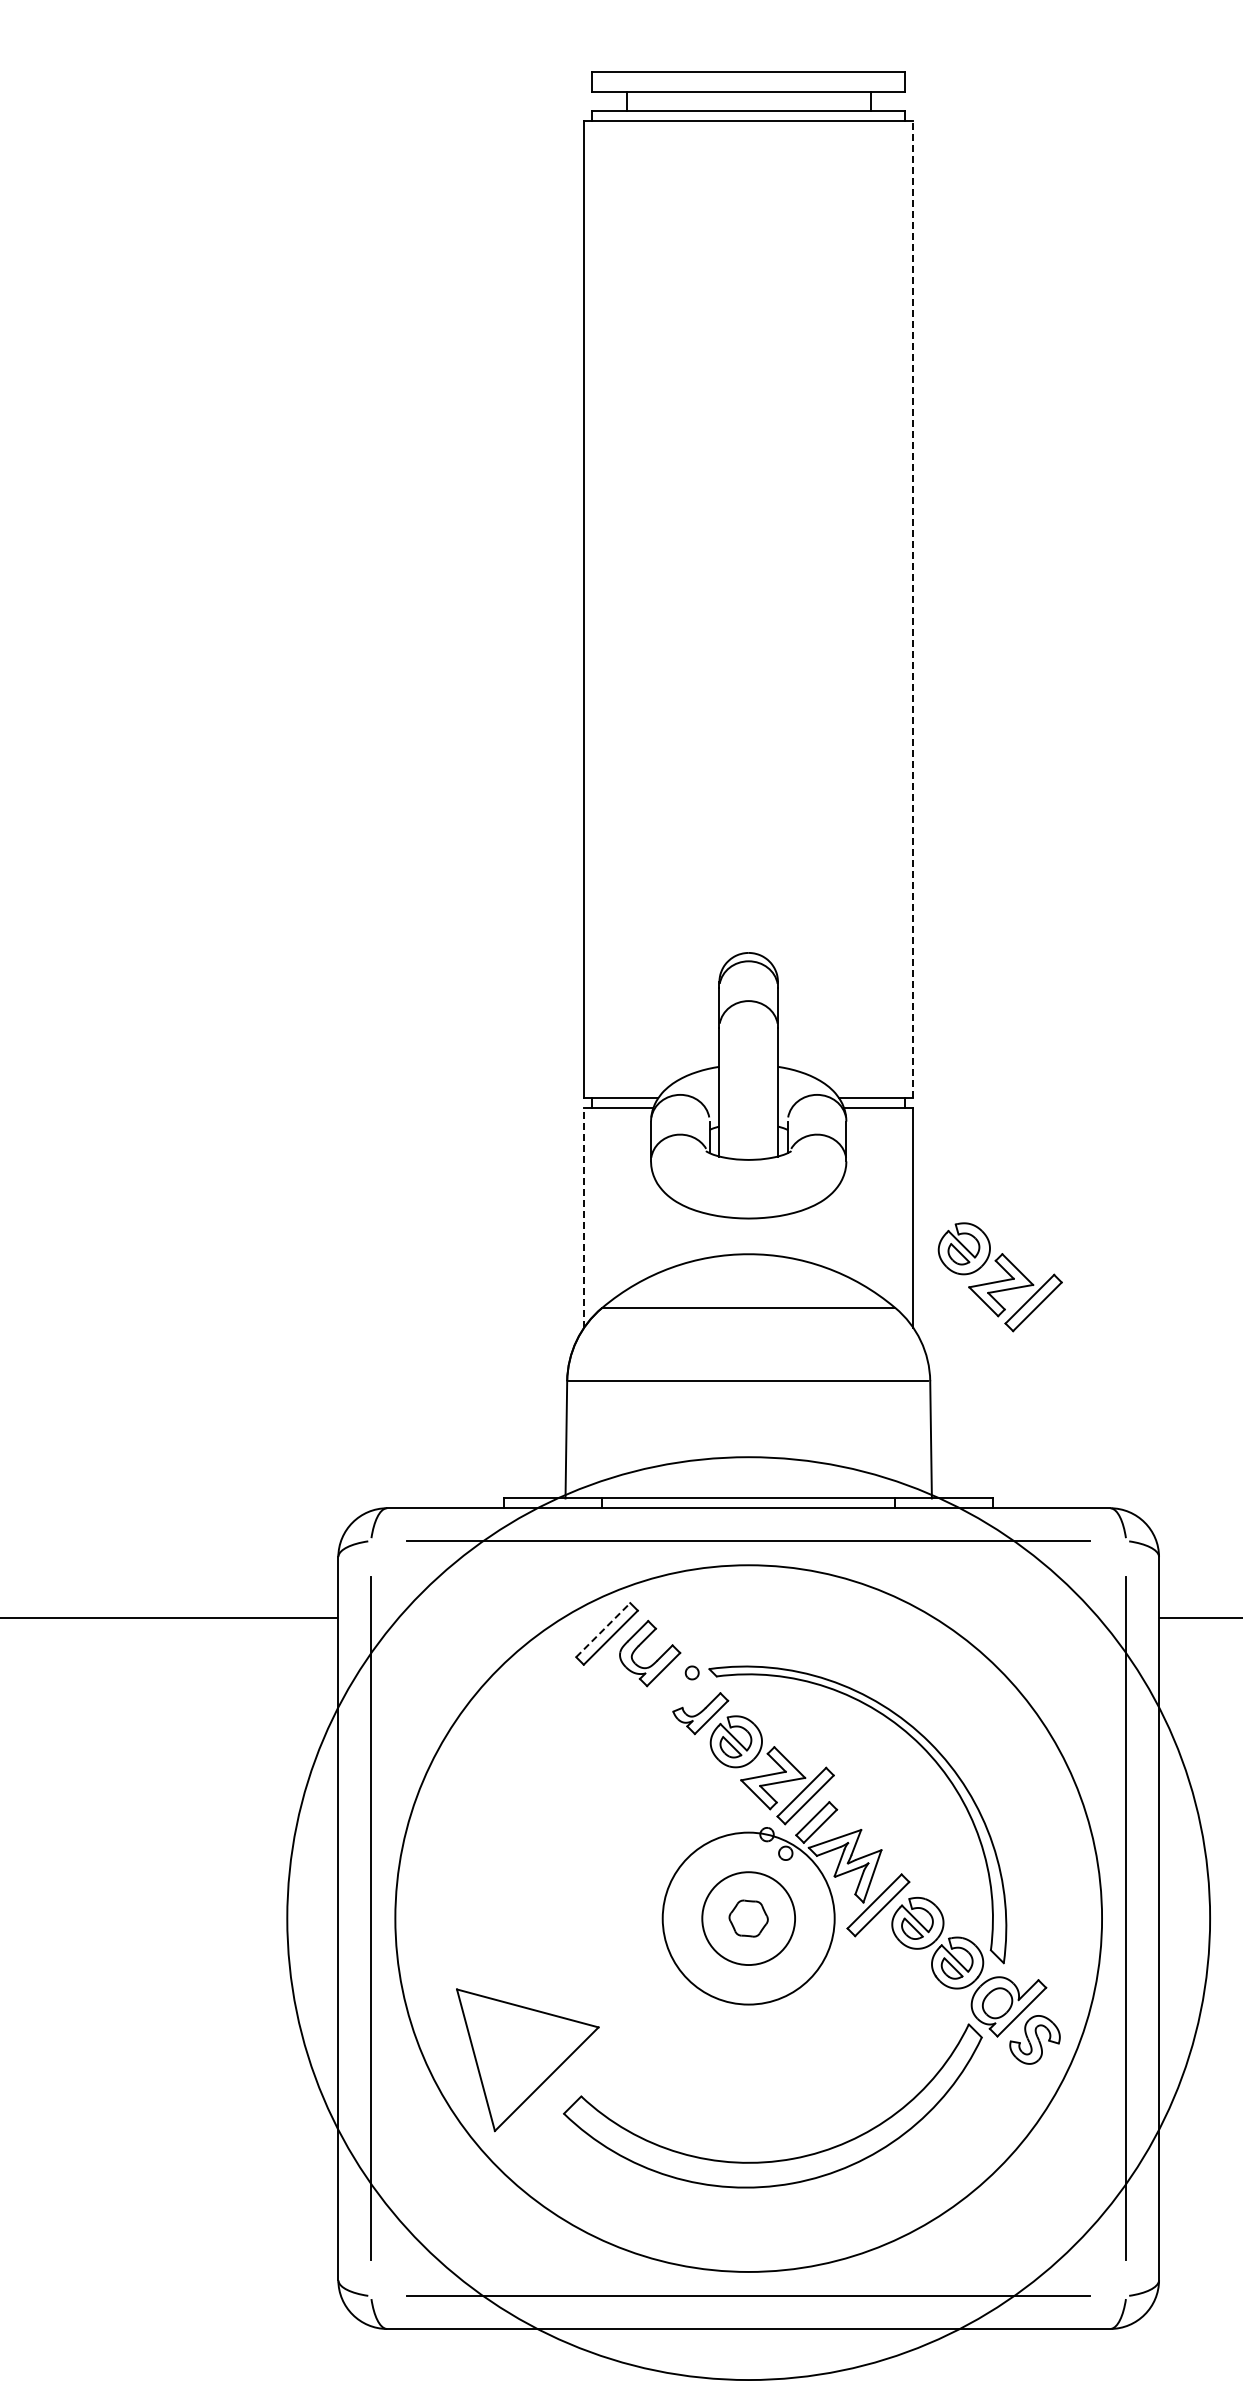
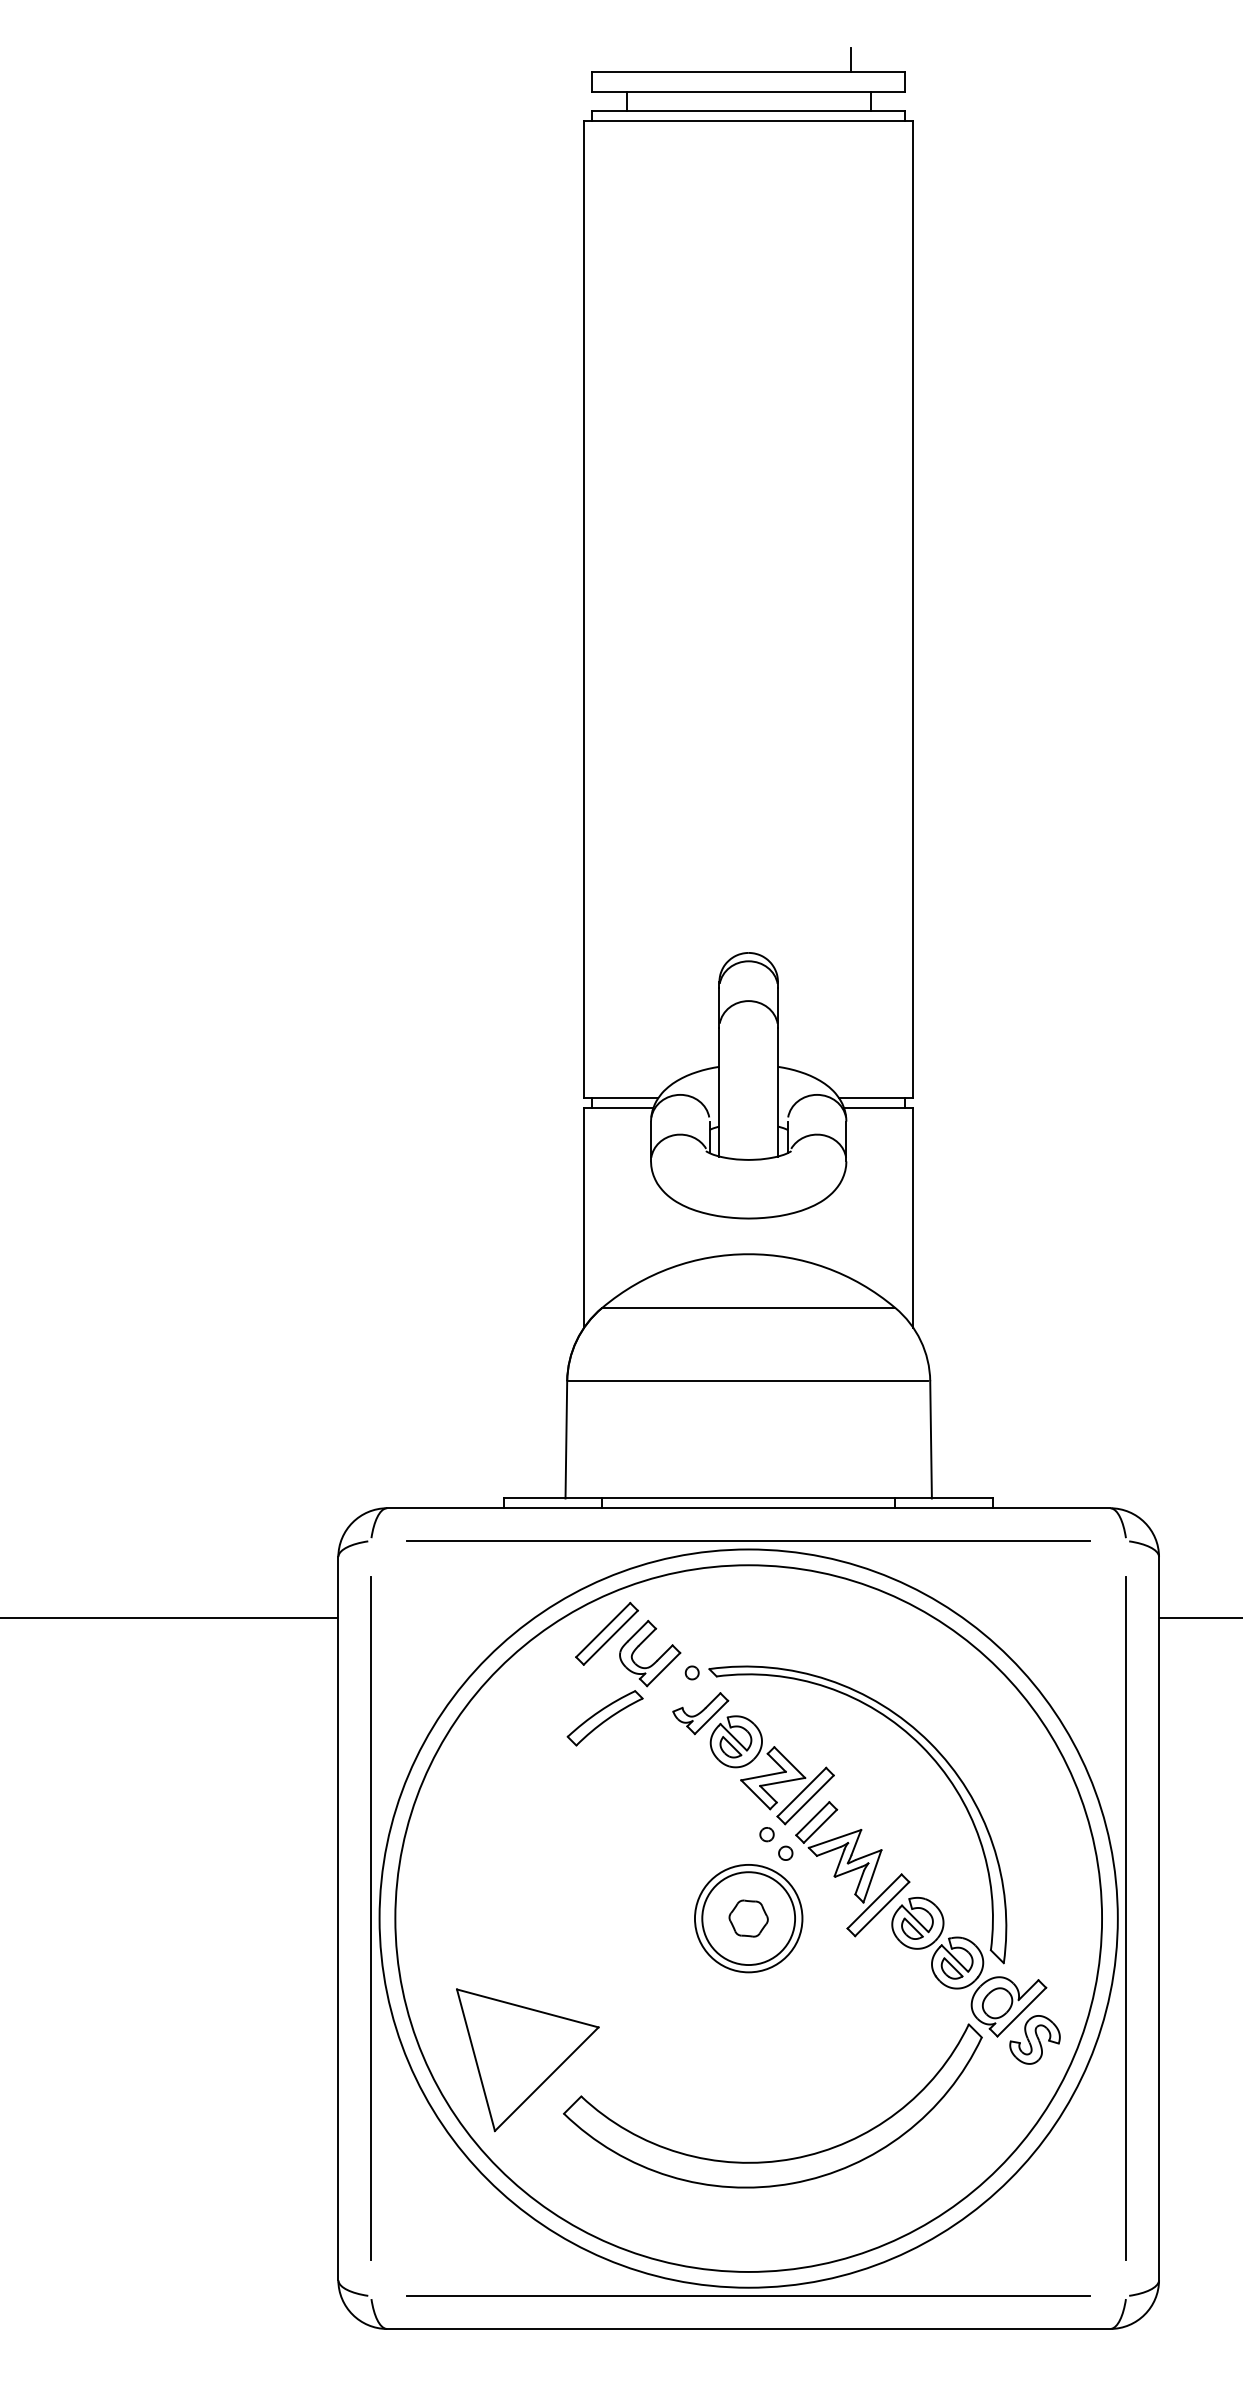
line at (851, 59): none -> present
line at (913, 609): dashed -> solid
line at (584, 1217): dashed -> solid
part at (999, 1277): present -> none
line at (603, 1629): dashed -> solid
part at (604, 1718): none -> present
circle at (748, 1918) diameter: 172 px -> 107 px
circle at (748, 1918) diameter: 923 px -> 738 px
